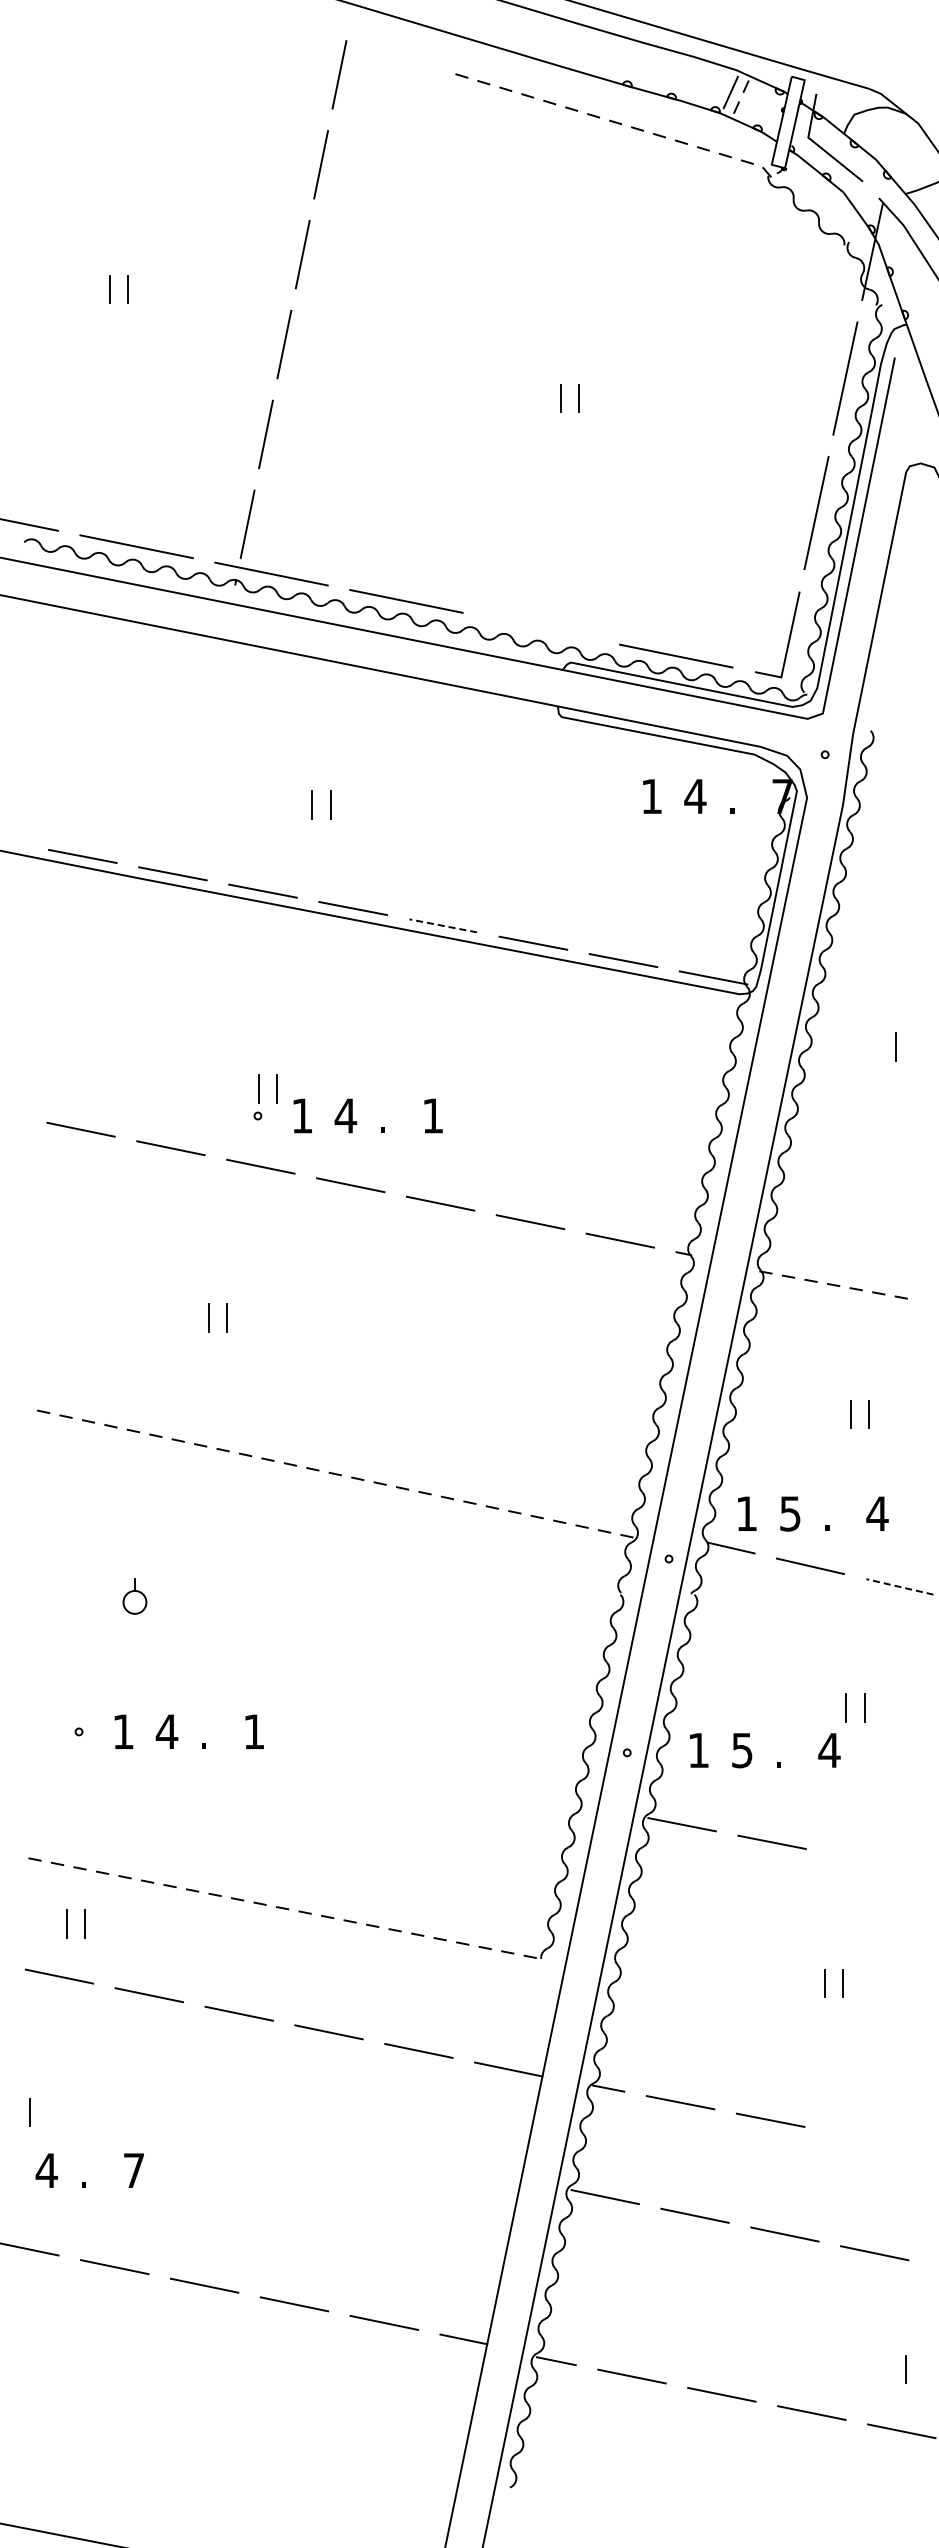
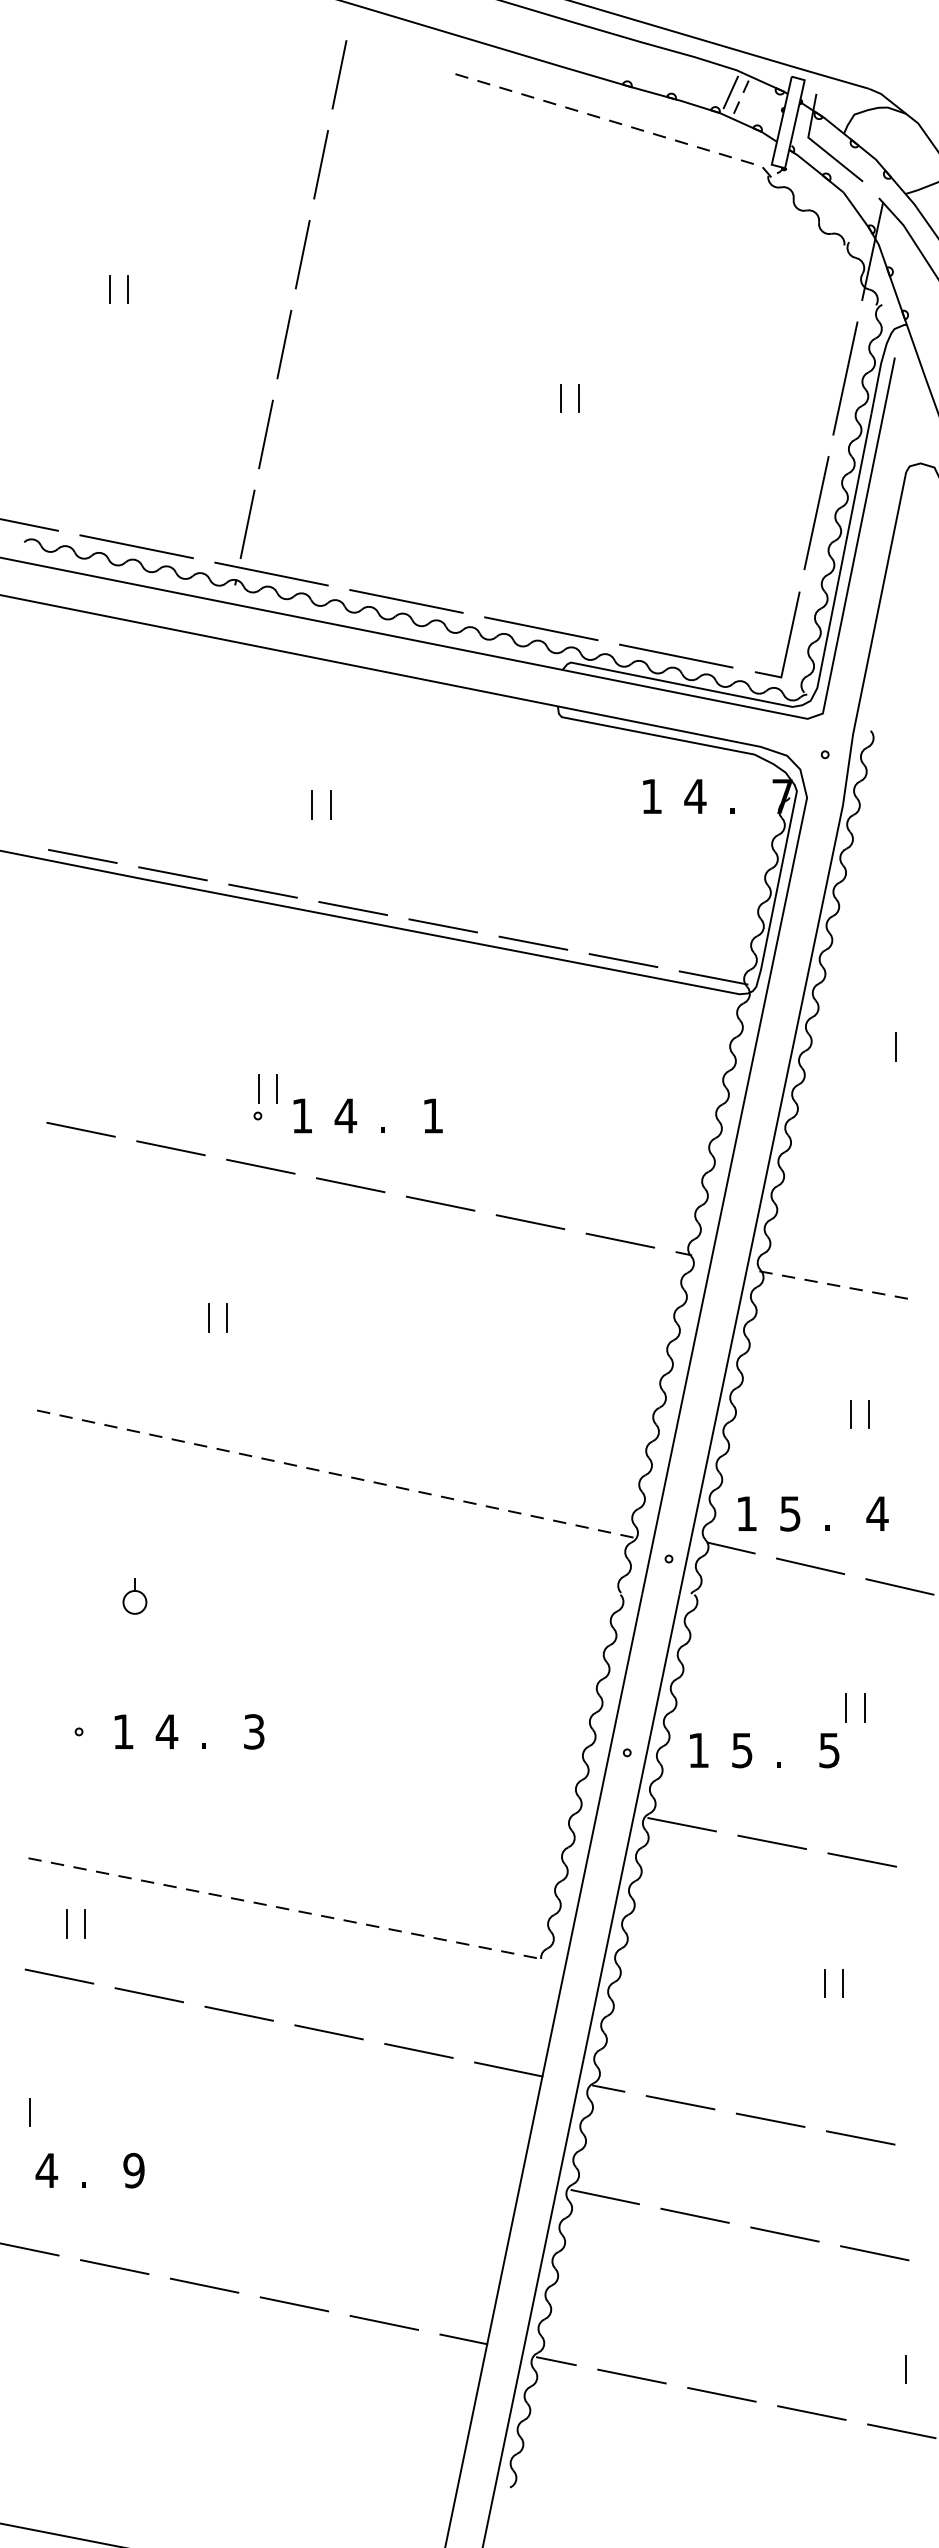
line at (541, 628): none -> present
line at (442, 925): dashed -> solid
line at (899, 1586): dashed -> solid
text at (254, 1731): 1 -> 3
text at (829, 1750): 4 -> 5
line at (861, 1859): none -> present
line at (860, 2137): none -> present
text at (133, 2170): 7 -> 9
